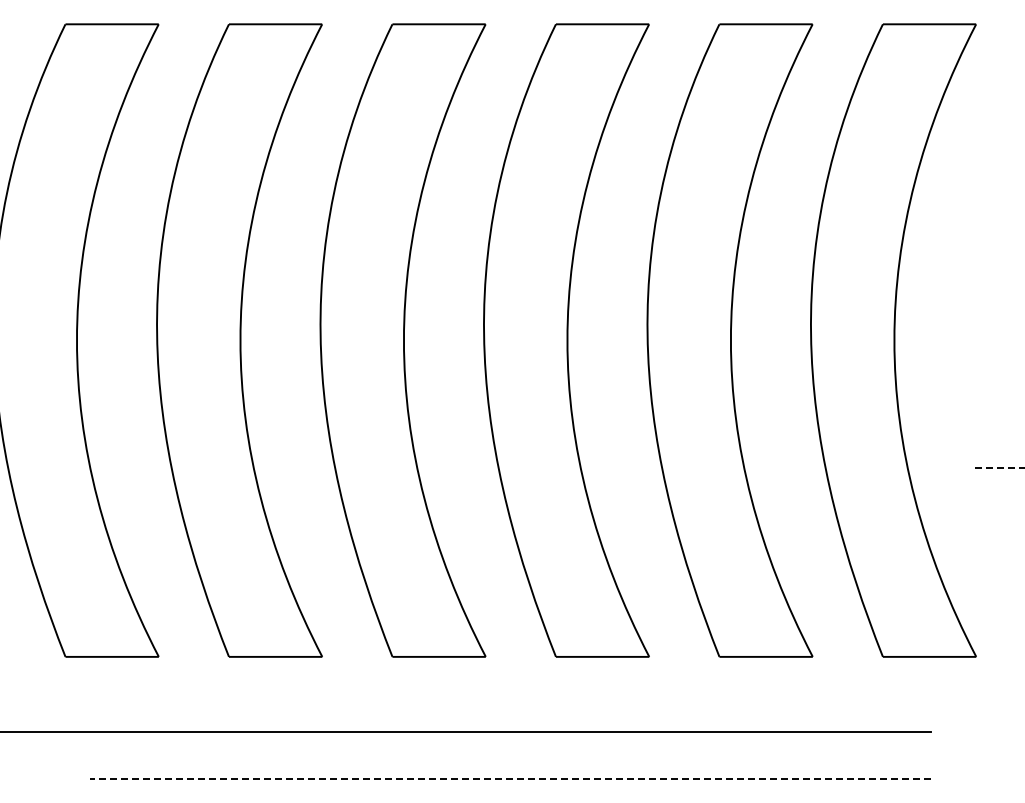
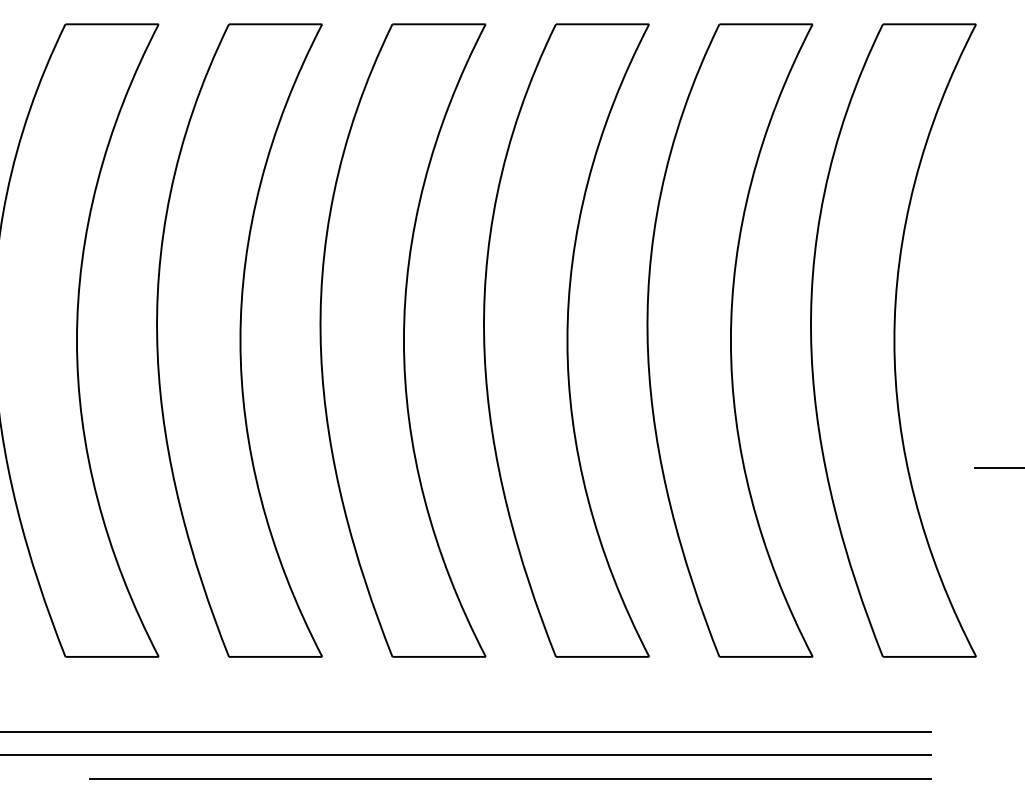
line at (998, 468): dashed -> solid
line at (466, 755): none -> present
line at (509, 778): dashed -> solid
